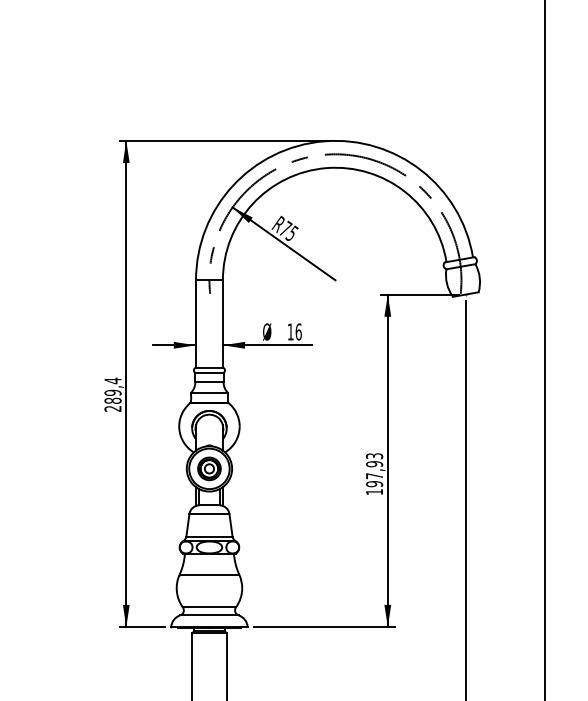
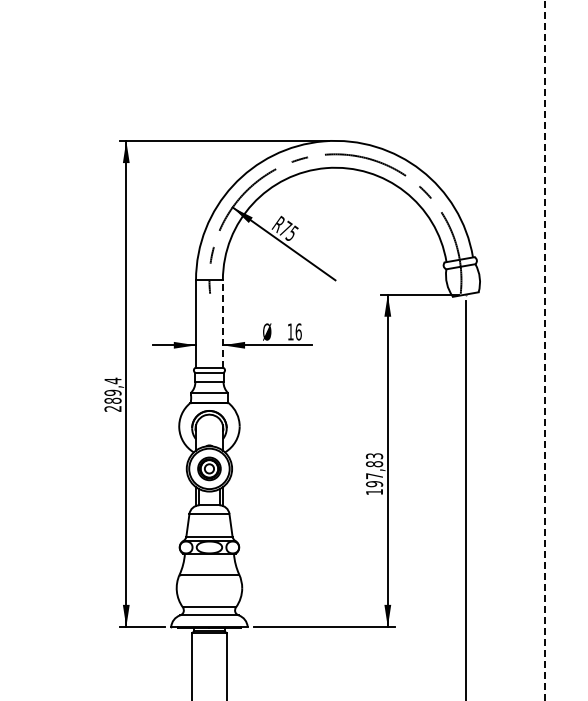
line at (222, 324): solid -> dashed
line at (545, 350): solid -> dashed
text at (374, 464): 197,93 -> 197,83
